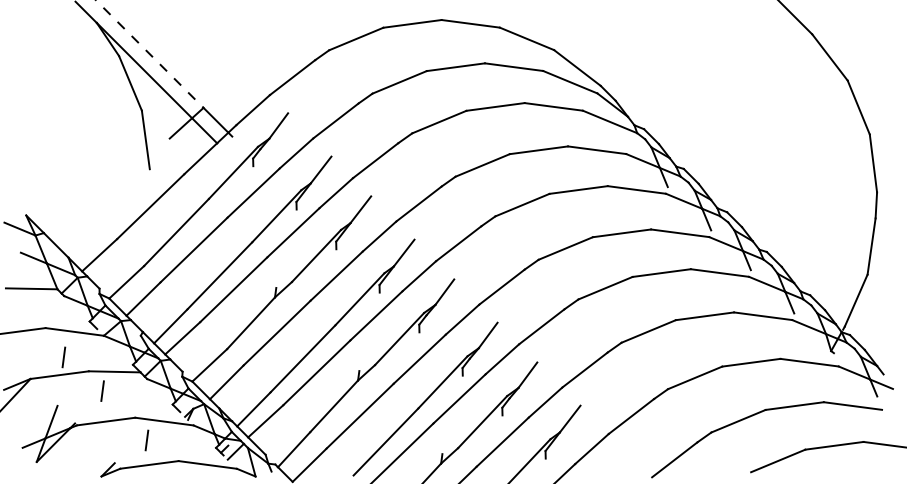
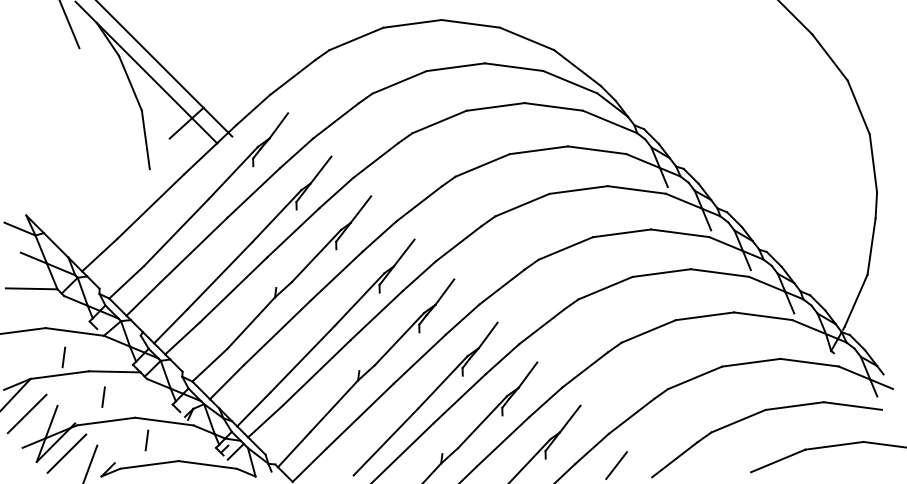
line at (69, 25): none -> present
line at (149, 54): dashed -> solid
line at (102, 390) position: (102, 390) -> (103, 396)
line at (26, 413): none -> present
line at (66, 453): none -> present
line at (90, 462): none -> present
line at (616, 465): none -> present
